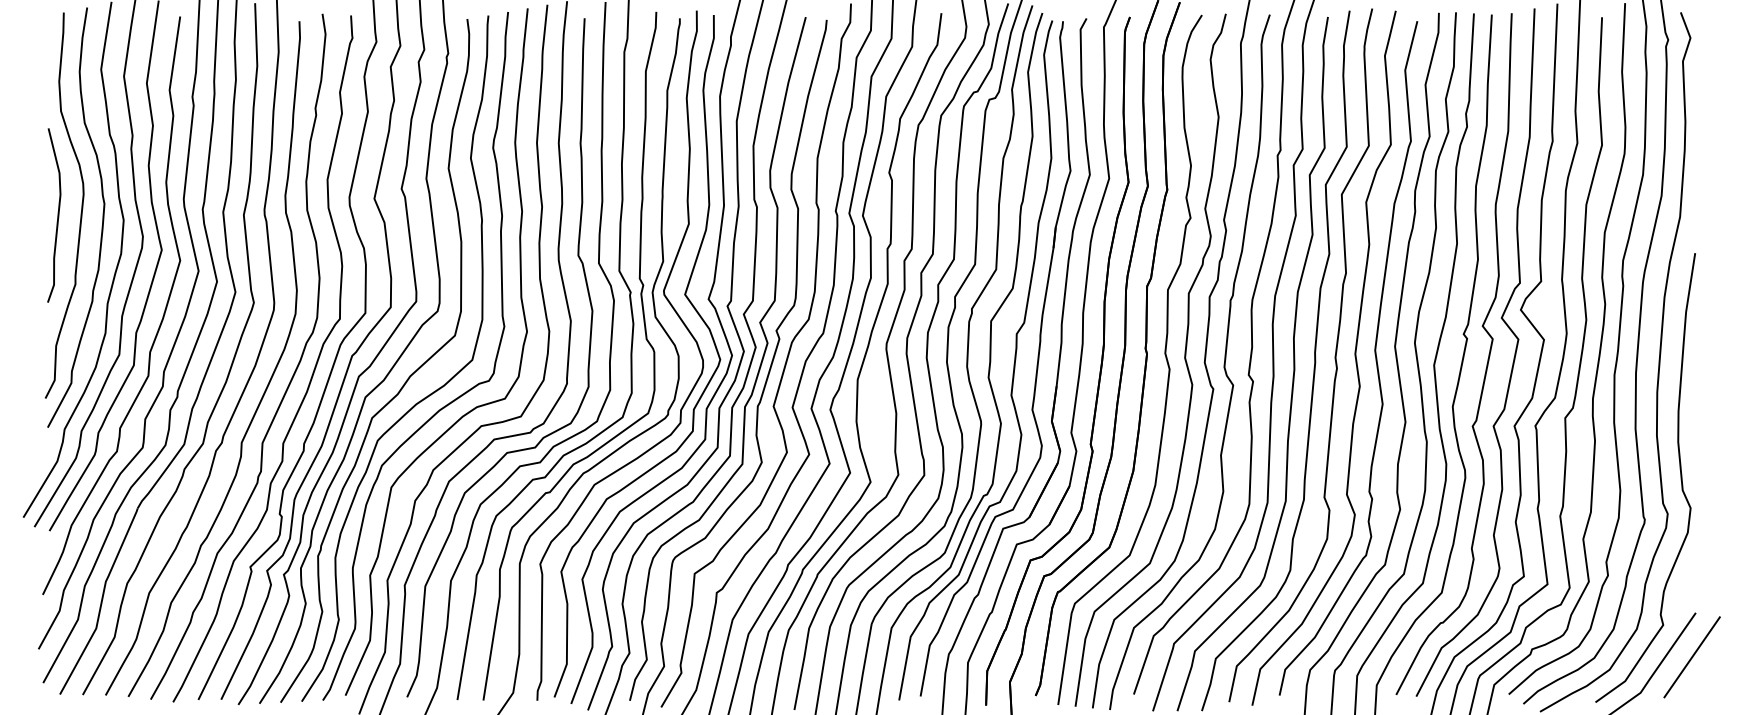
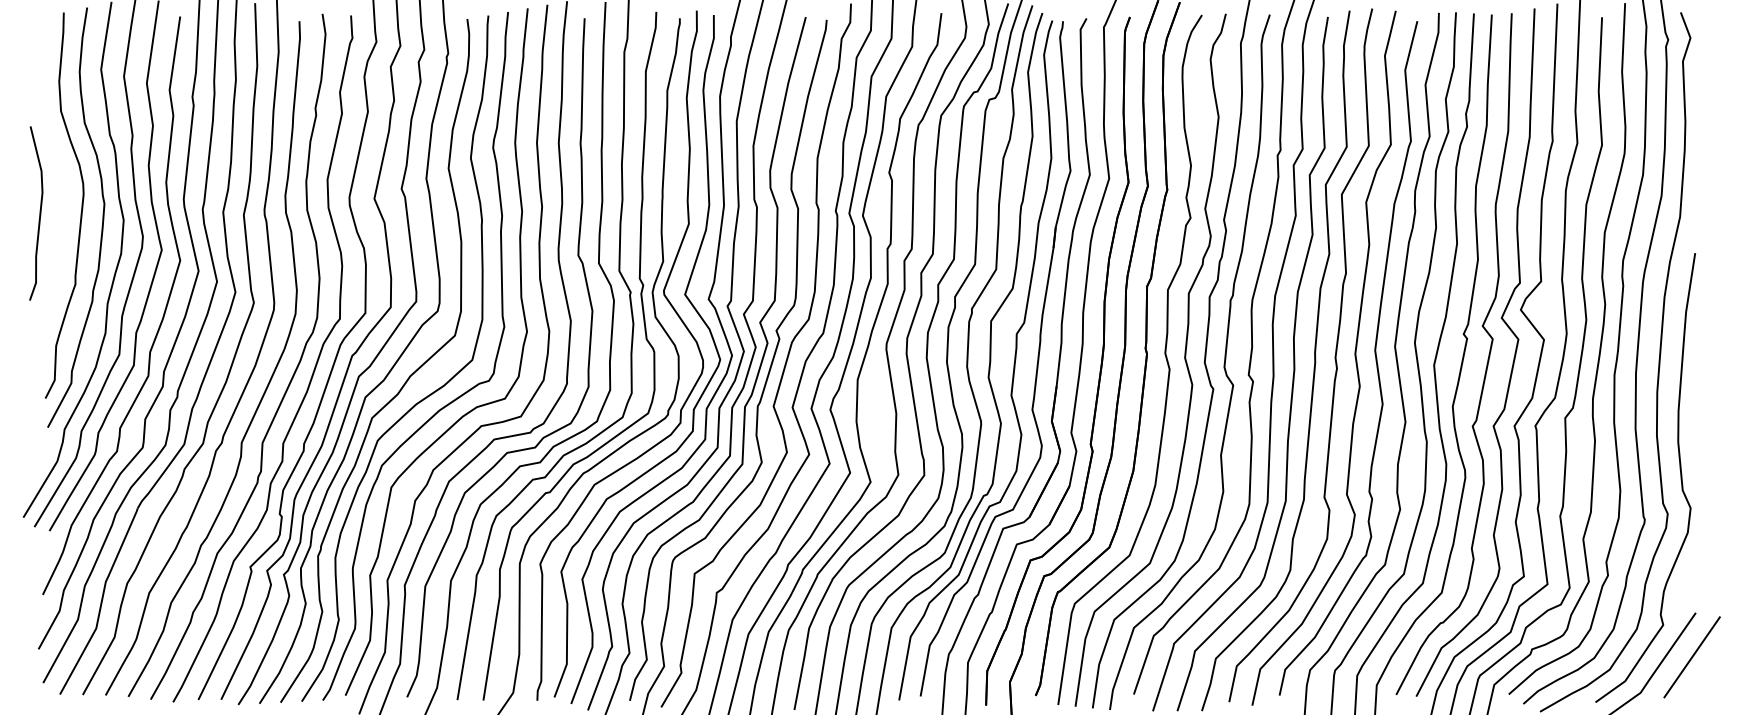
curve at (57, 215) position: (57, 215) -> (39, 213)
